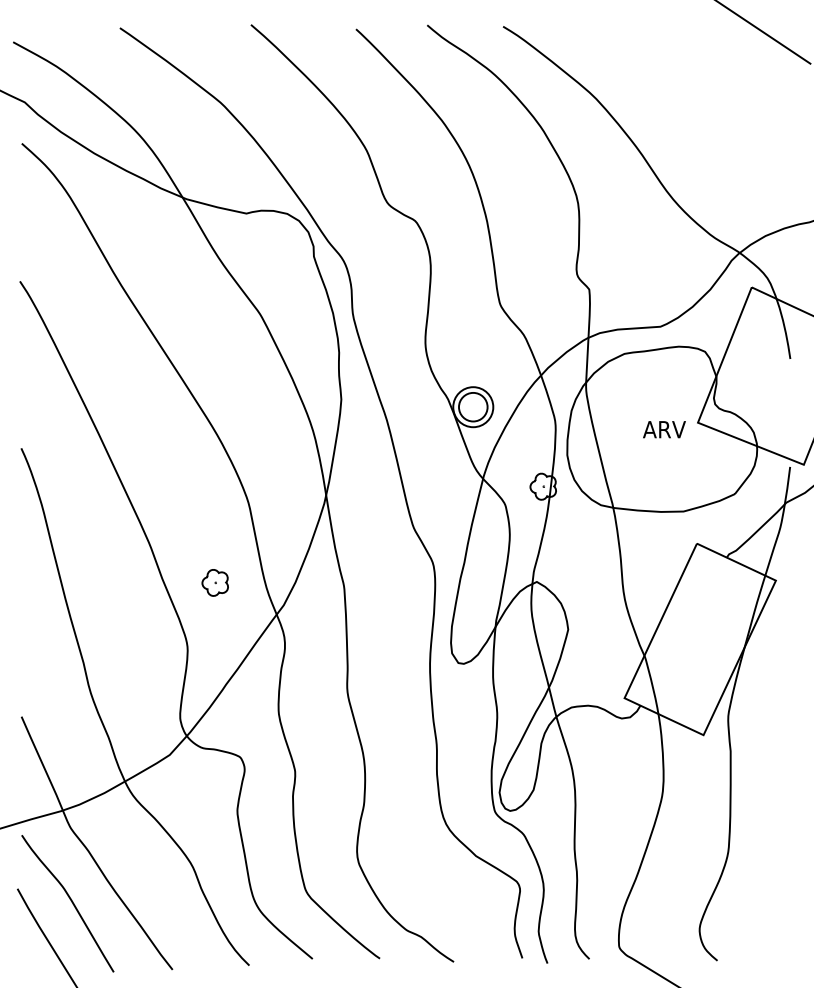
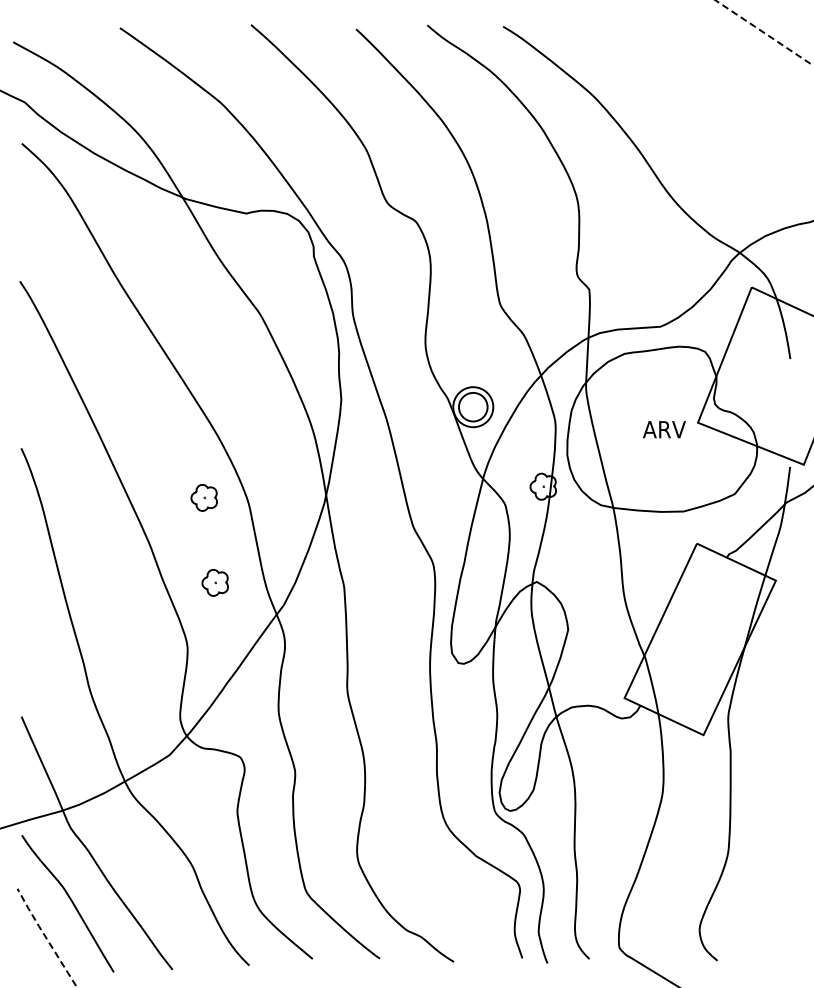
line at (763, 32): solid -> dashed
part at (203, 497): none -> present
line at (46, 937): solid -> dashed
